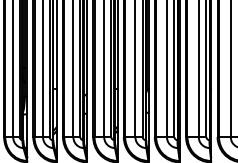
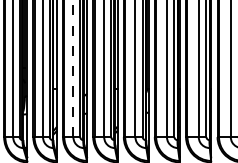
line at (73, 68): solid -> dashed
